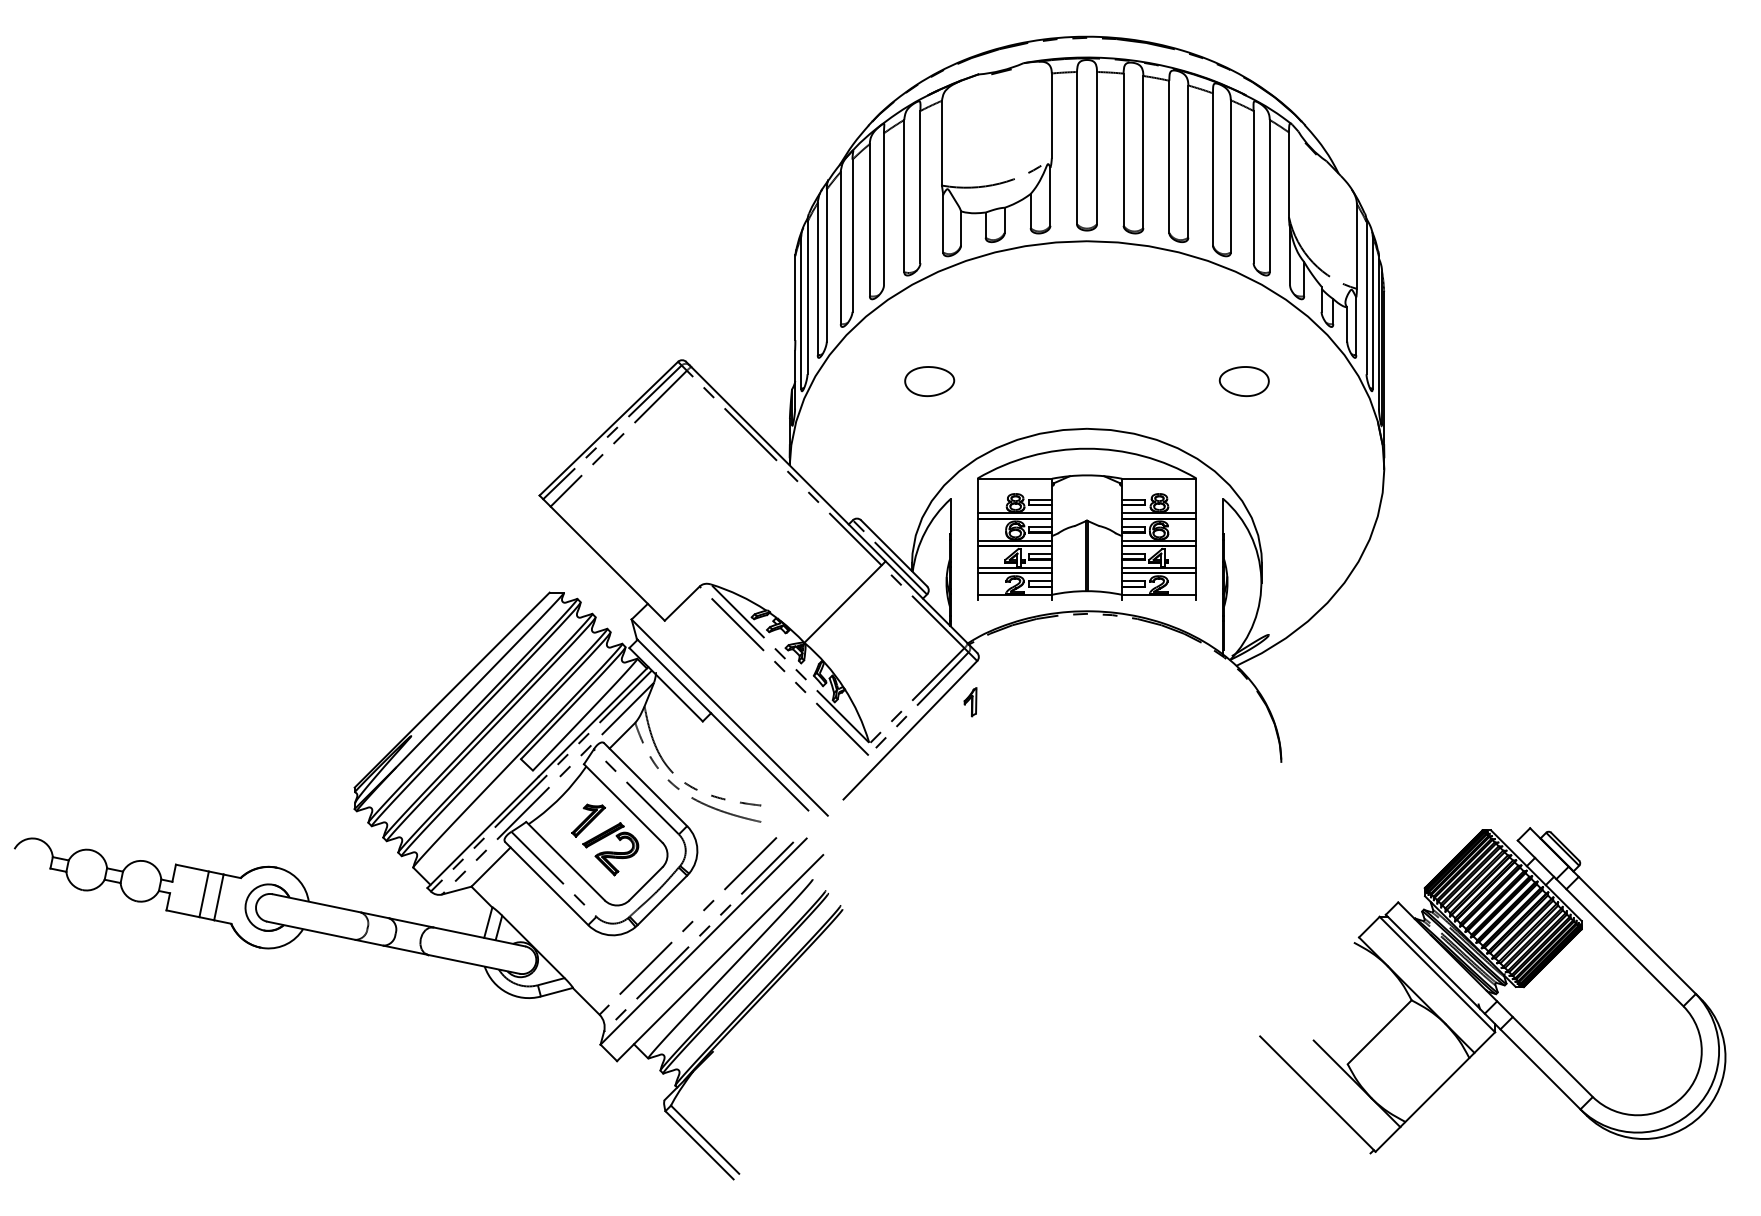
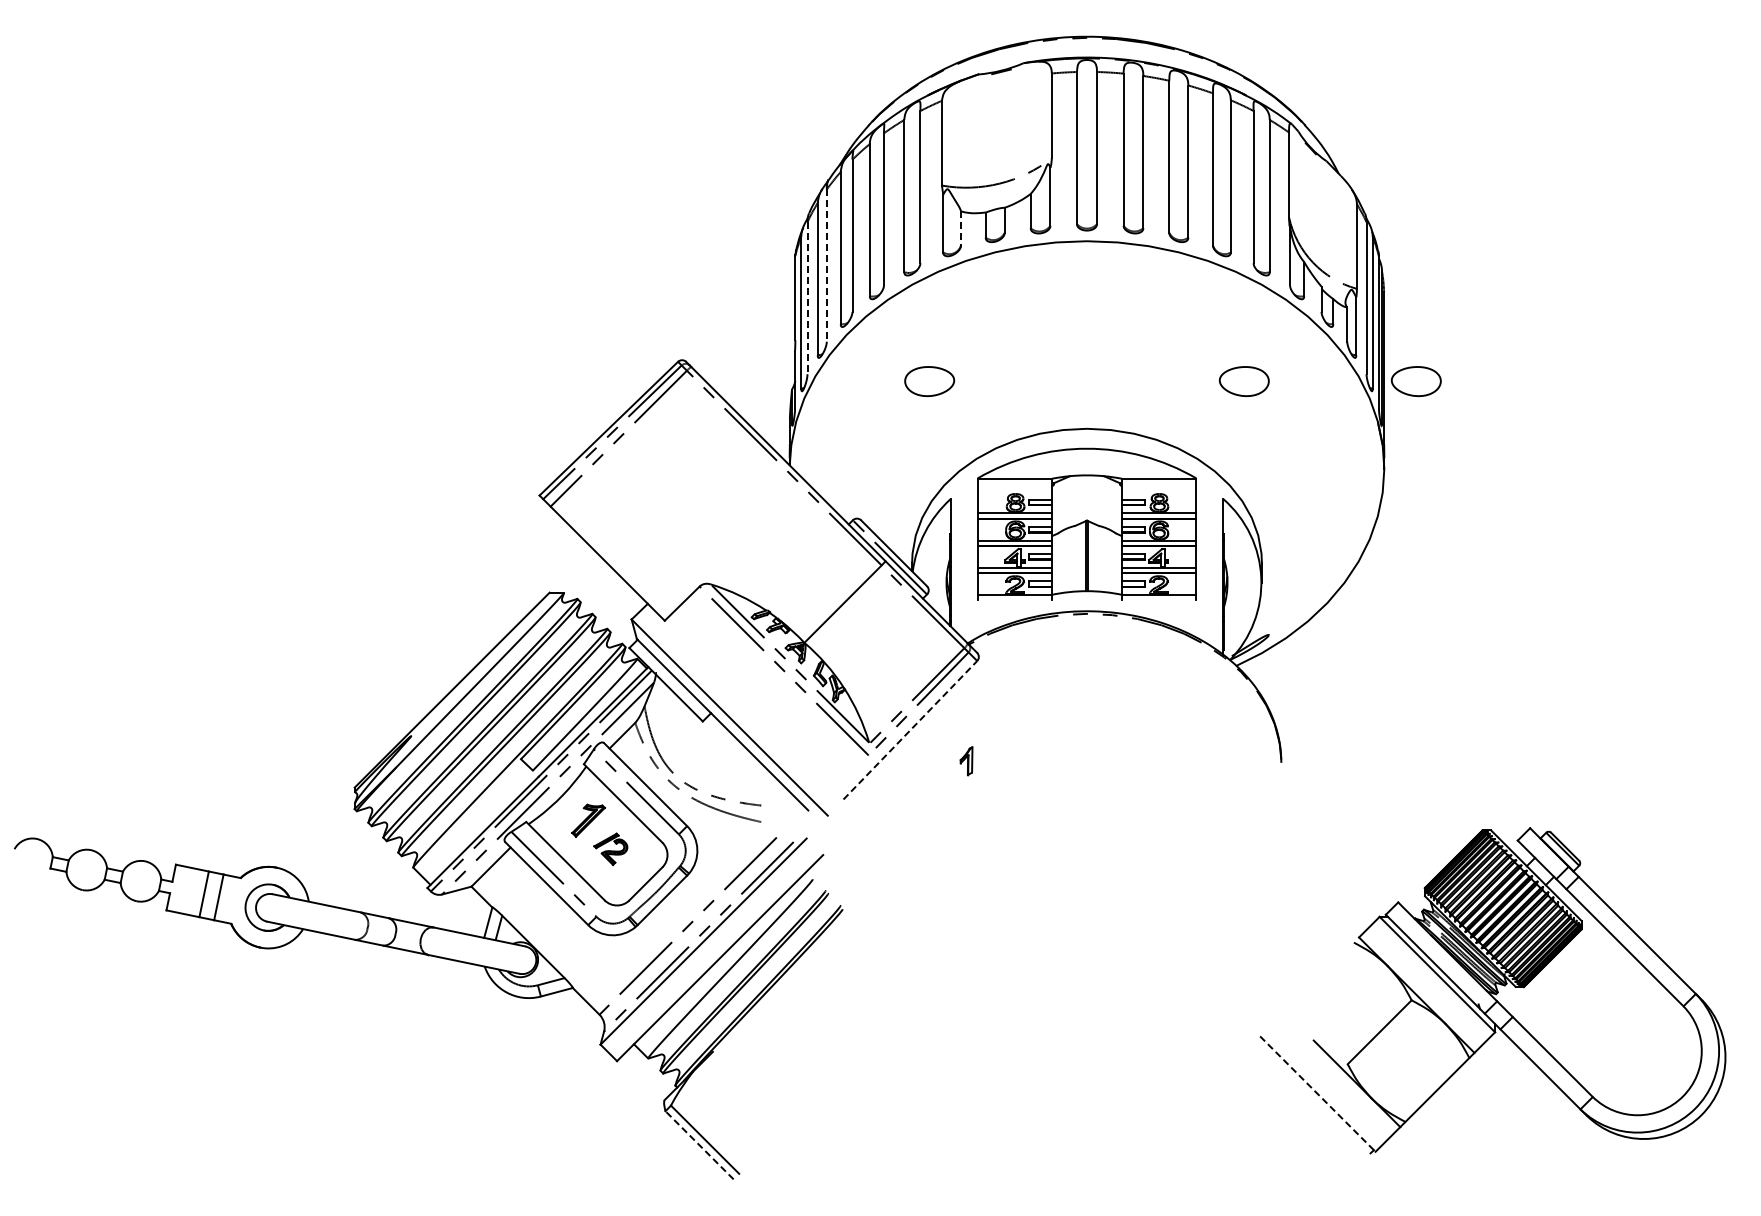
line at (961, 228): solid -> dashed
line at (826, 266): solid -> dashed
line at (807, 298): solid -> dashed
part at (1415, 381): none -> present
part at (970, 702) position: (970, 702) -> (966, 761)
line at (910, 729): solid -> dashed
part at (610, 849) size: 58x55 px -> 36x35 px
line at (1317, 1094): solid -> dashed
line at (699, 1144): solid -> dashed
